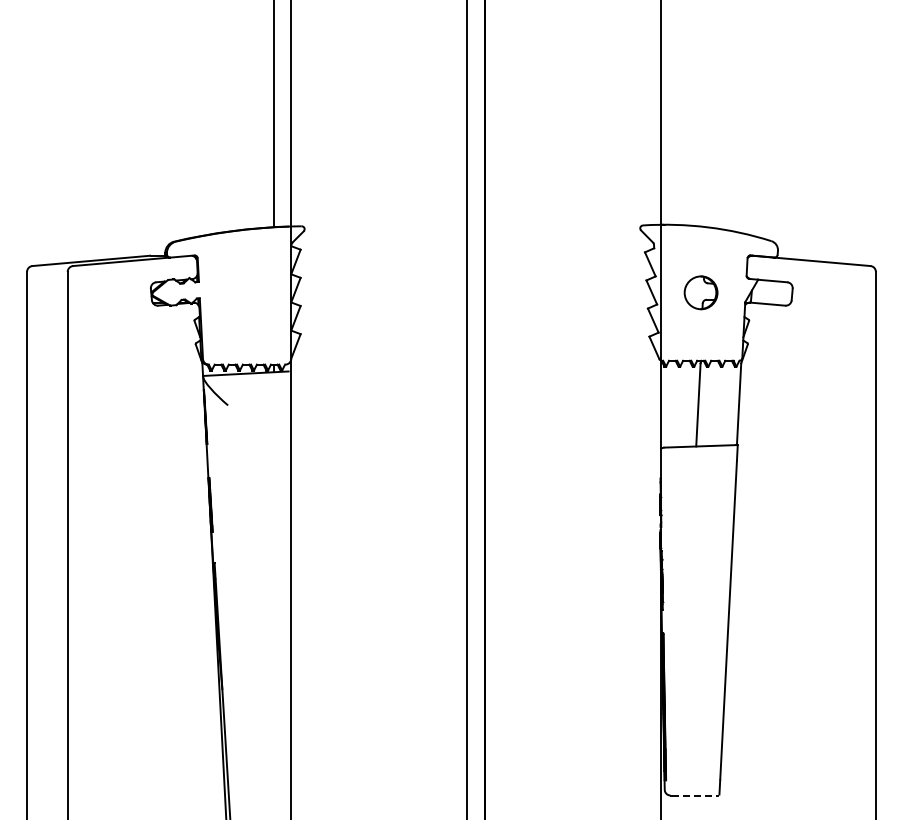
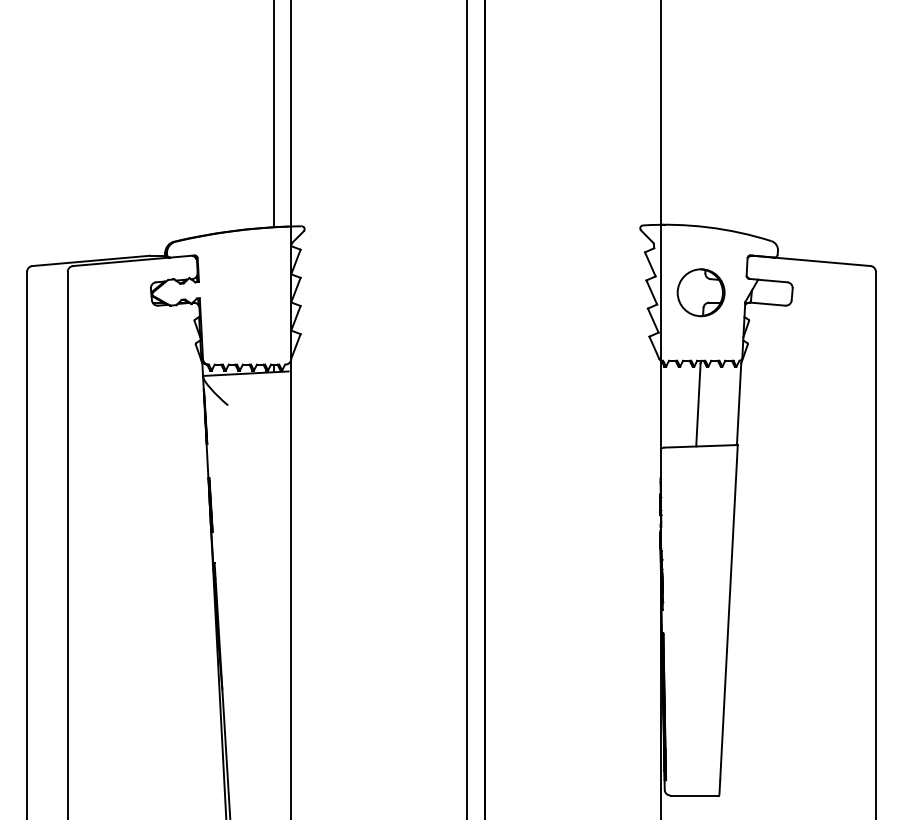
part at (700, 292) size: 36x36 px -> 50x50 px
line at (695, 795): dashed -> solid
